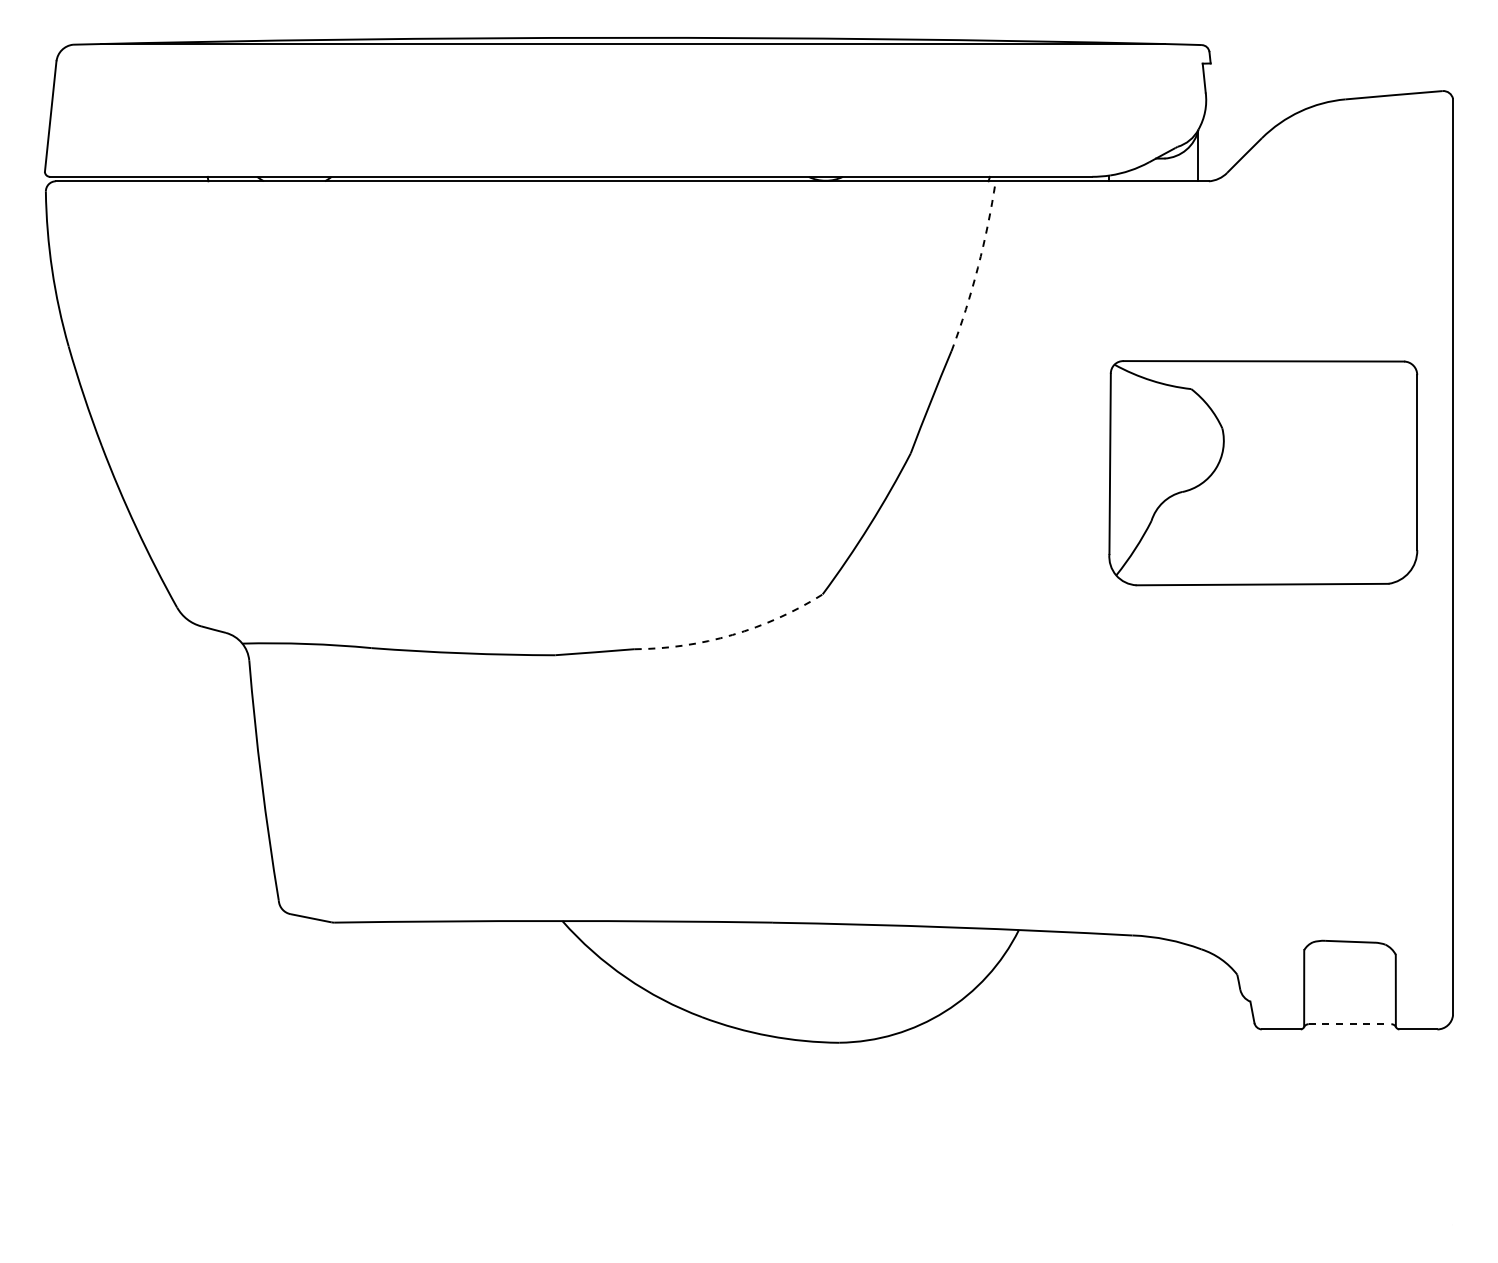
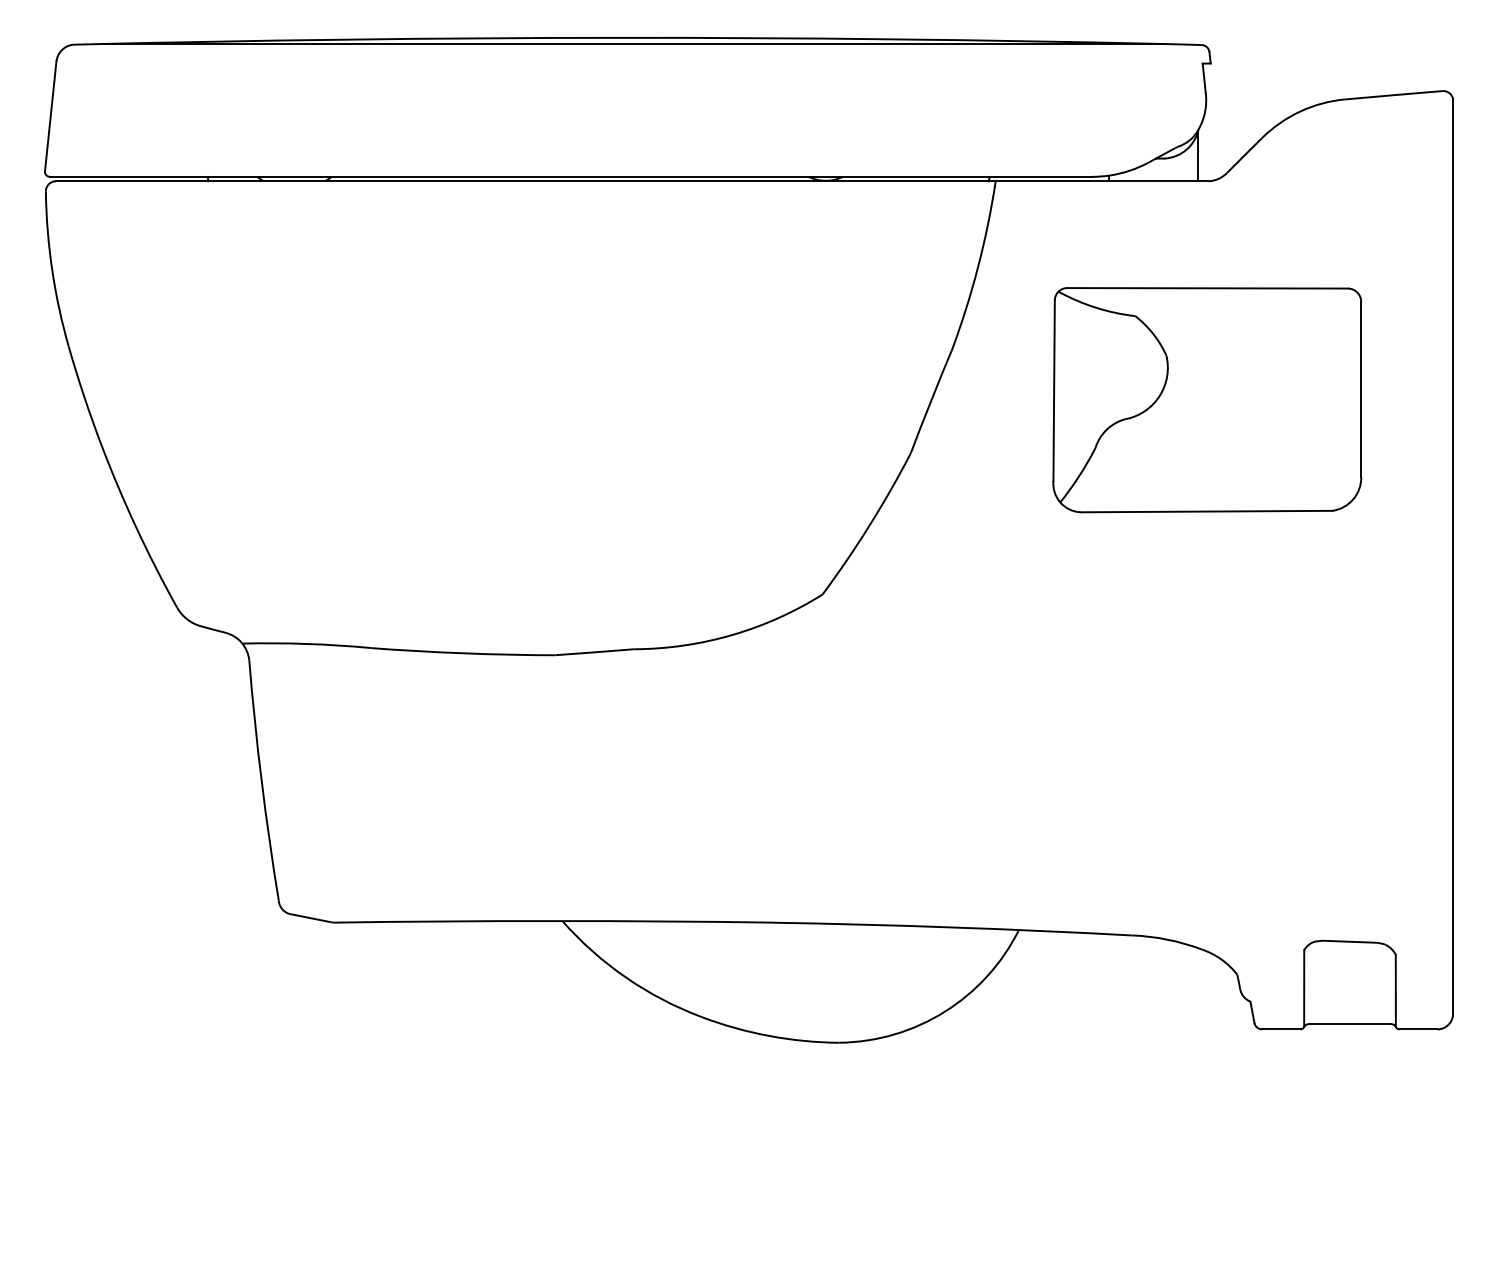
arc at (978, 267): dashed -> solid
part at (1263, 473) position: (1263, 473) -> (1207, 400)
arc at (732, 634): dashed -> solid
line at (1350, 1024): dashed -> solid
